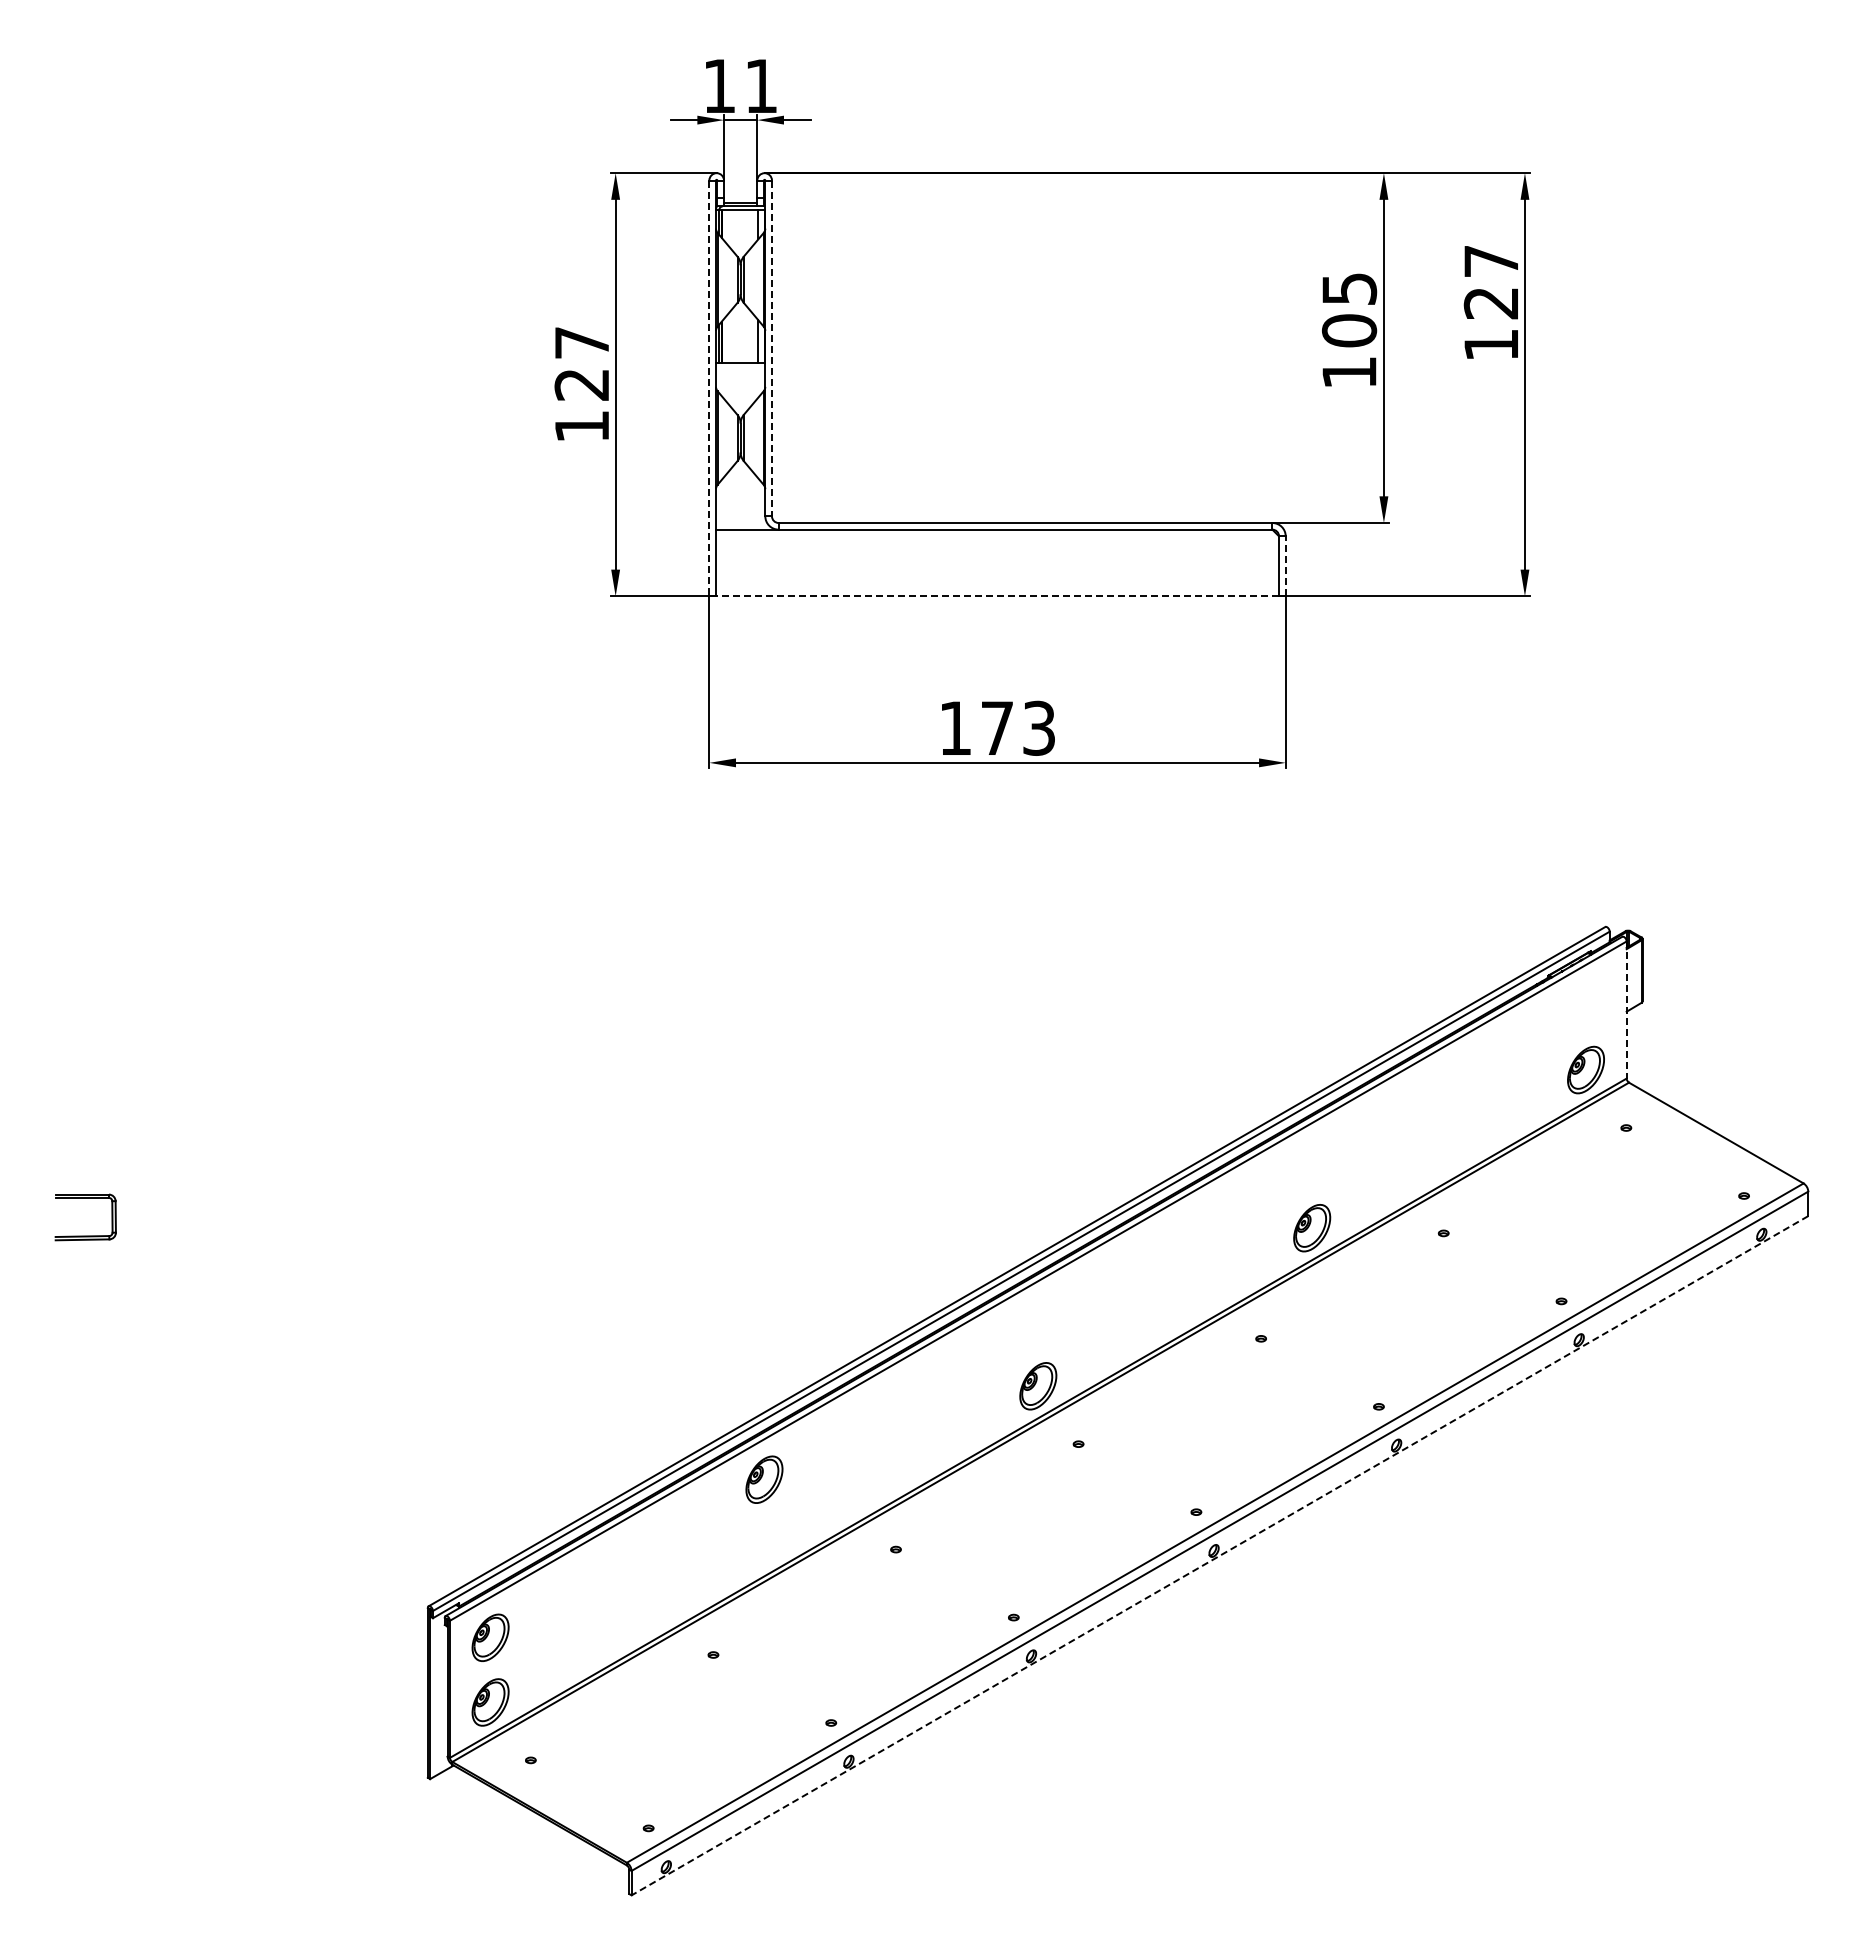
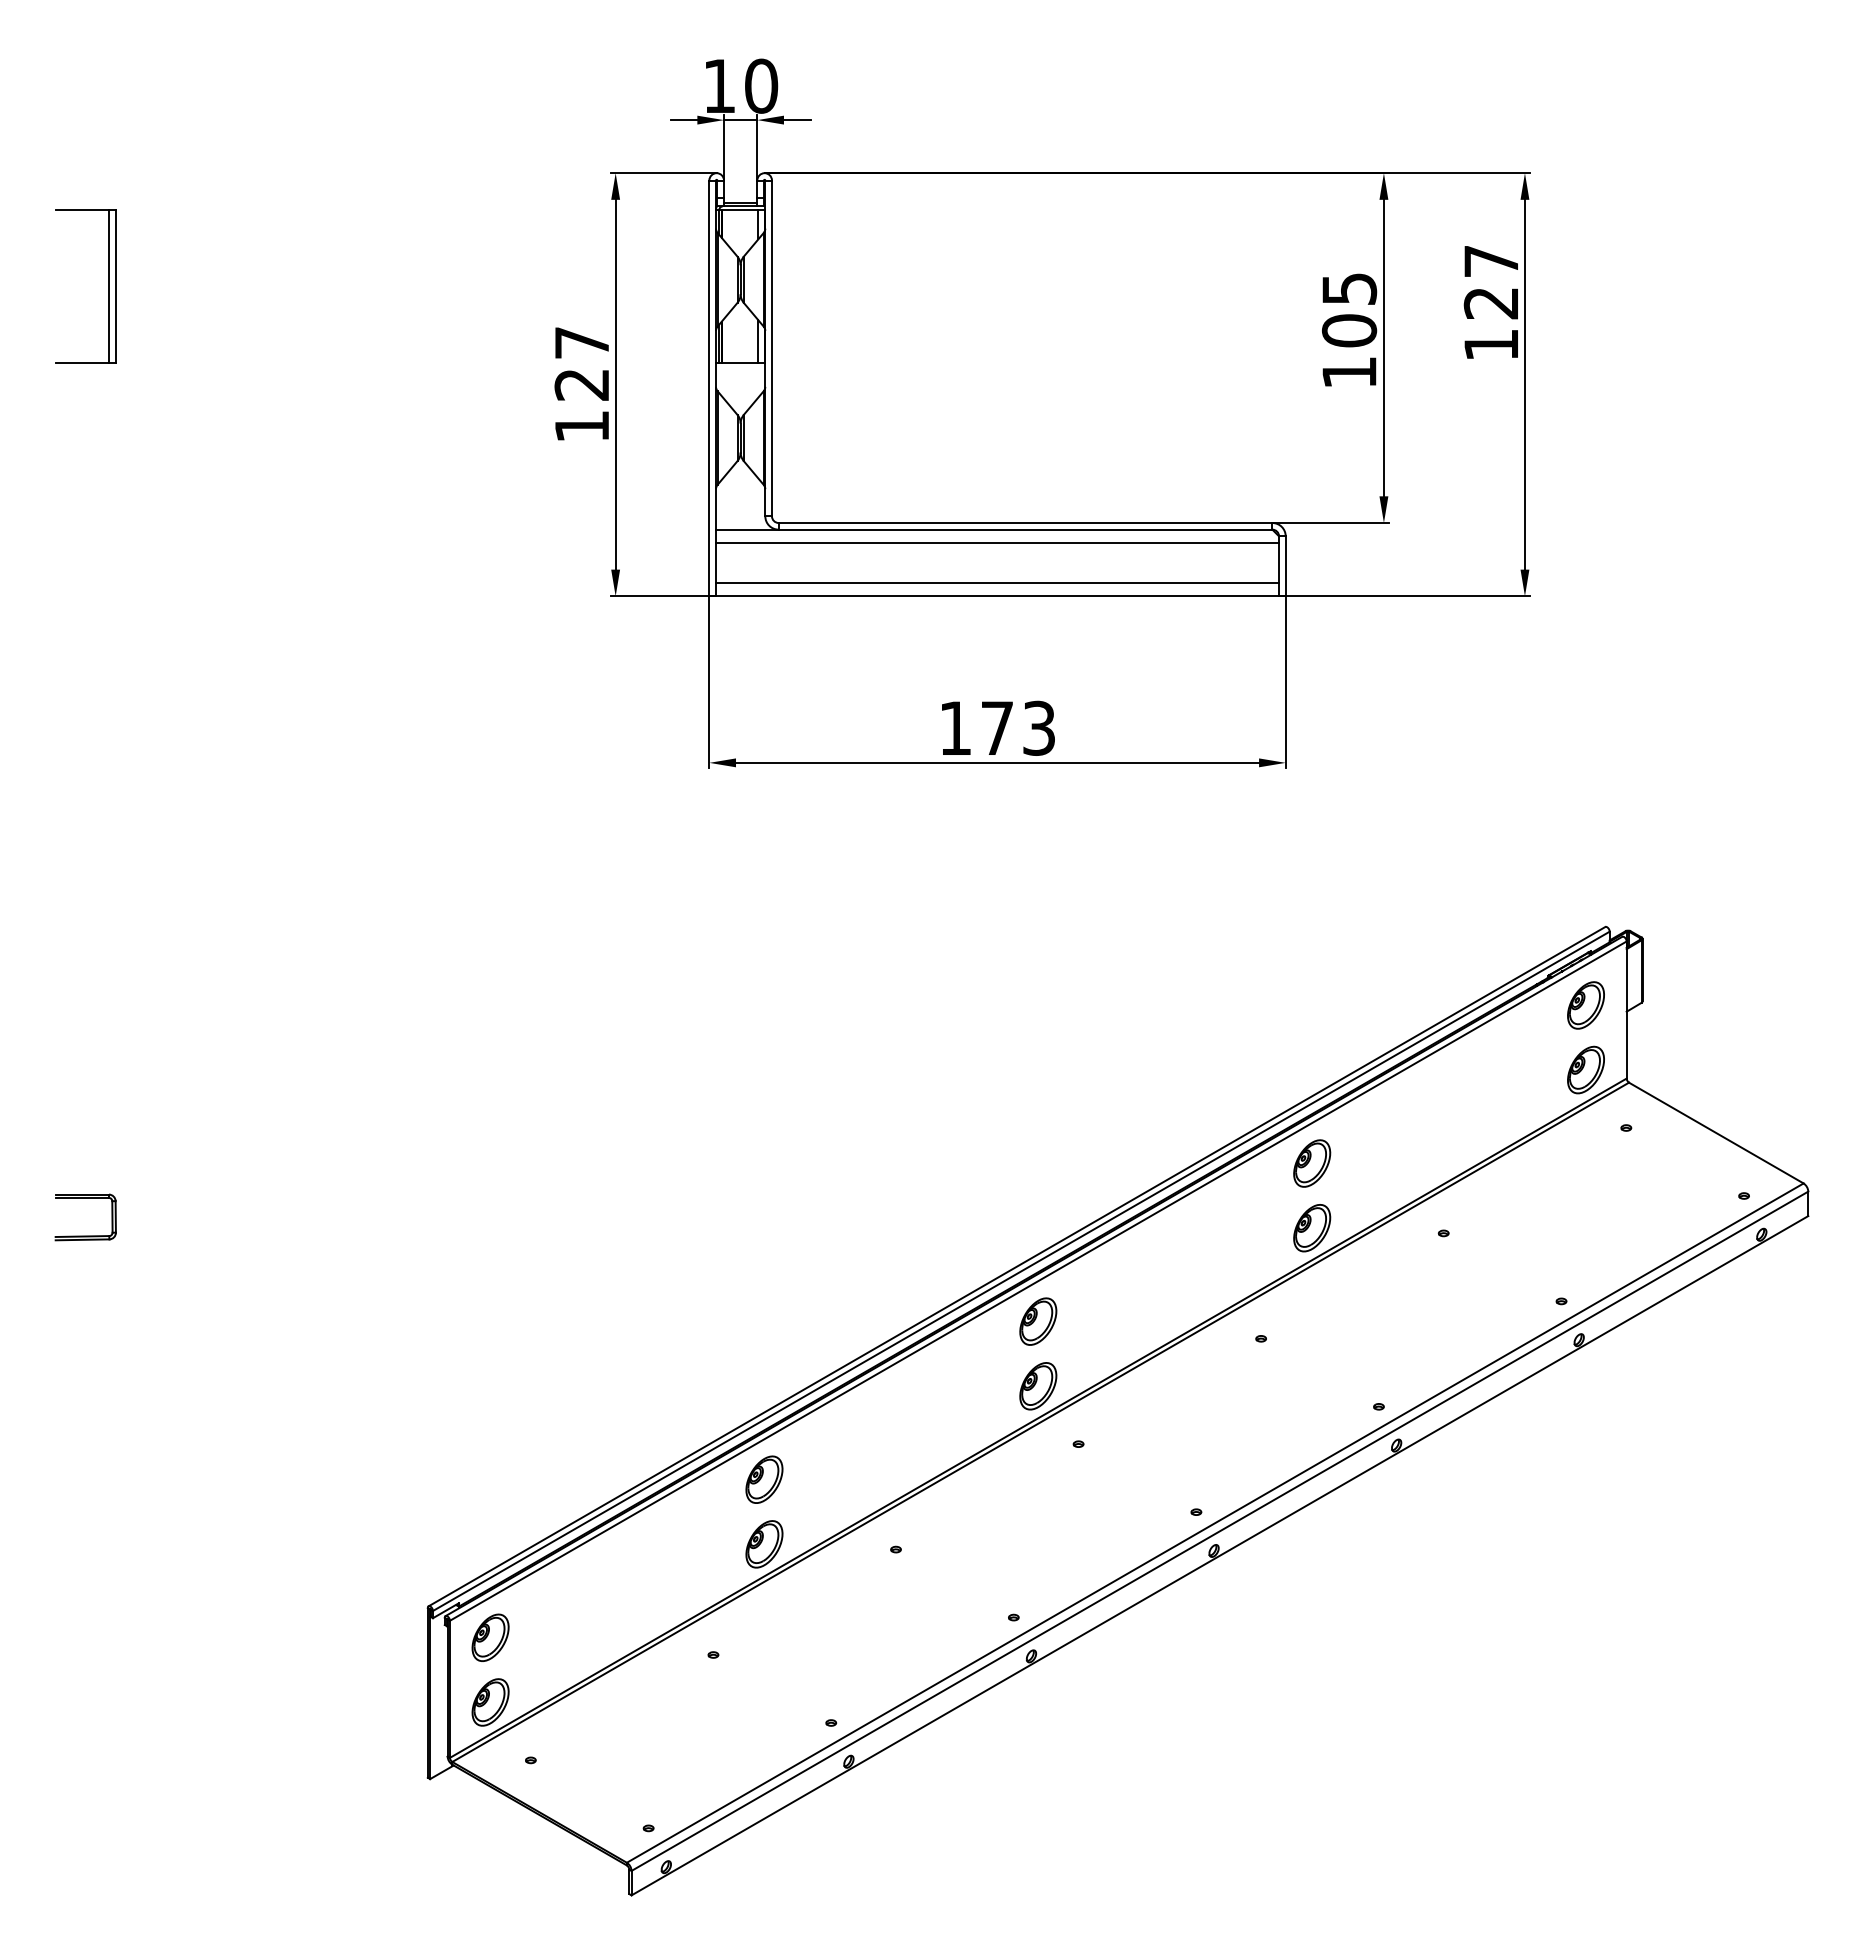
text at (761, 85): 11 -> 10
part at (108, 286): none -> present
line at (771, 348): dashed -> solid
line at (709, 388): dashed -> solid
line at (997, 542): none -> present
line at (1285, 566): dashed -> solid
line at (997, 582): none -> present
line at (997, 596): dashed -> solid
part at (1585, 1005): none -> present
line at (1626, 1010): dashed -> solid
part at (1312, 1163): none -> present
part at (1038, 1321): none -> present
part at (764, 1544): none -> present
line at (1219, 1555): dashed -> solid
